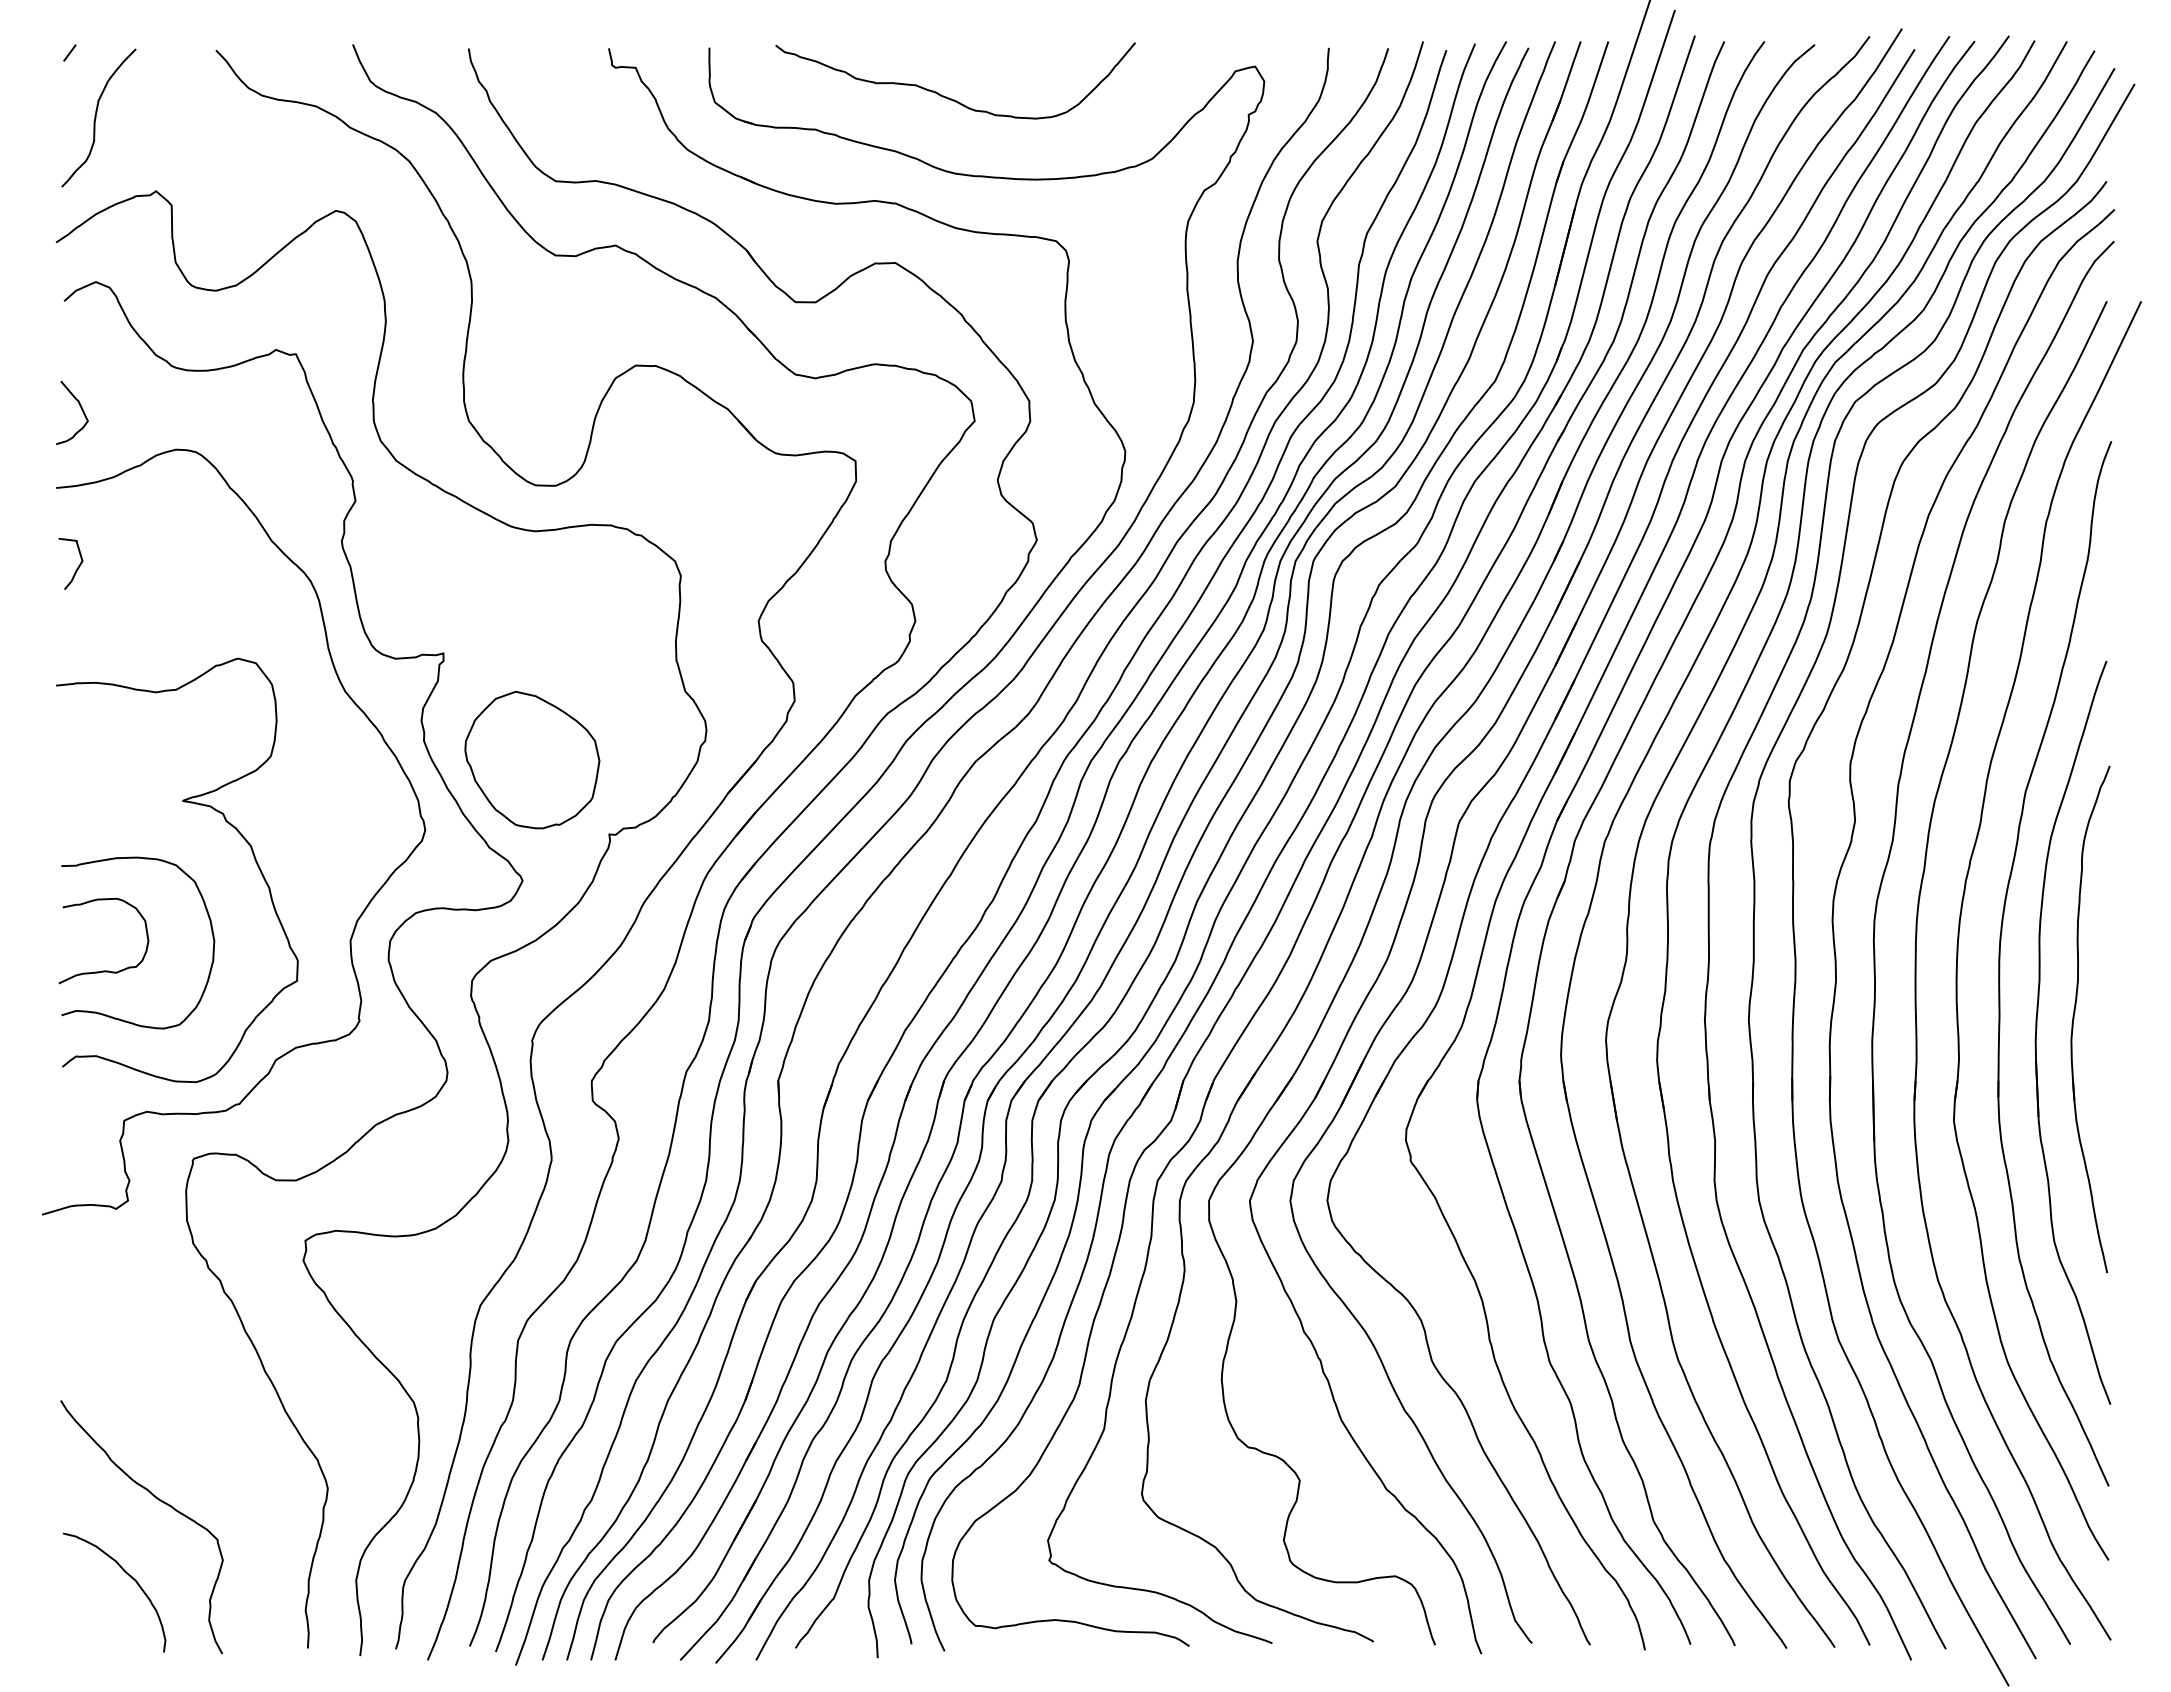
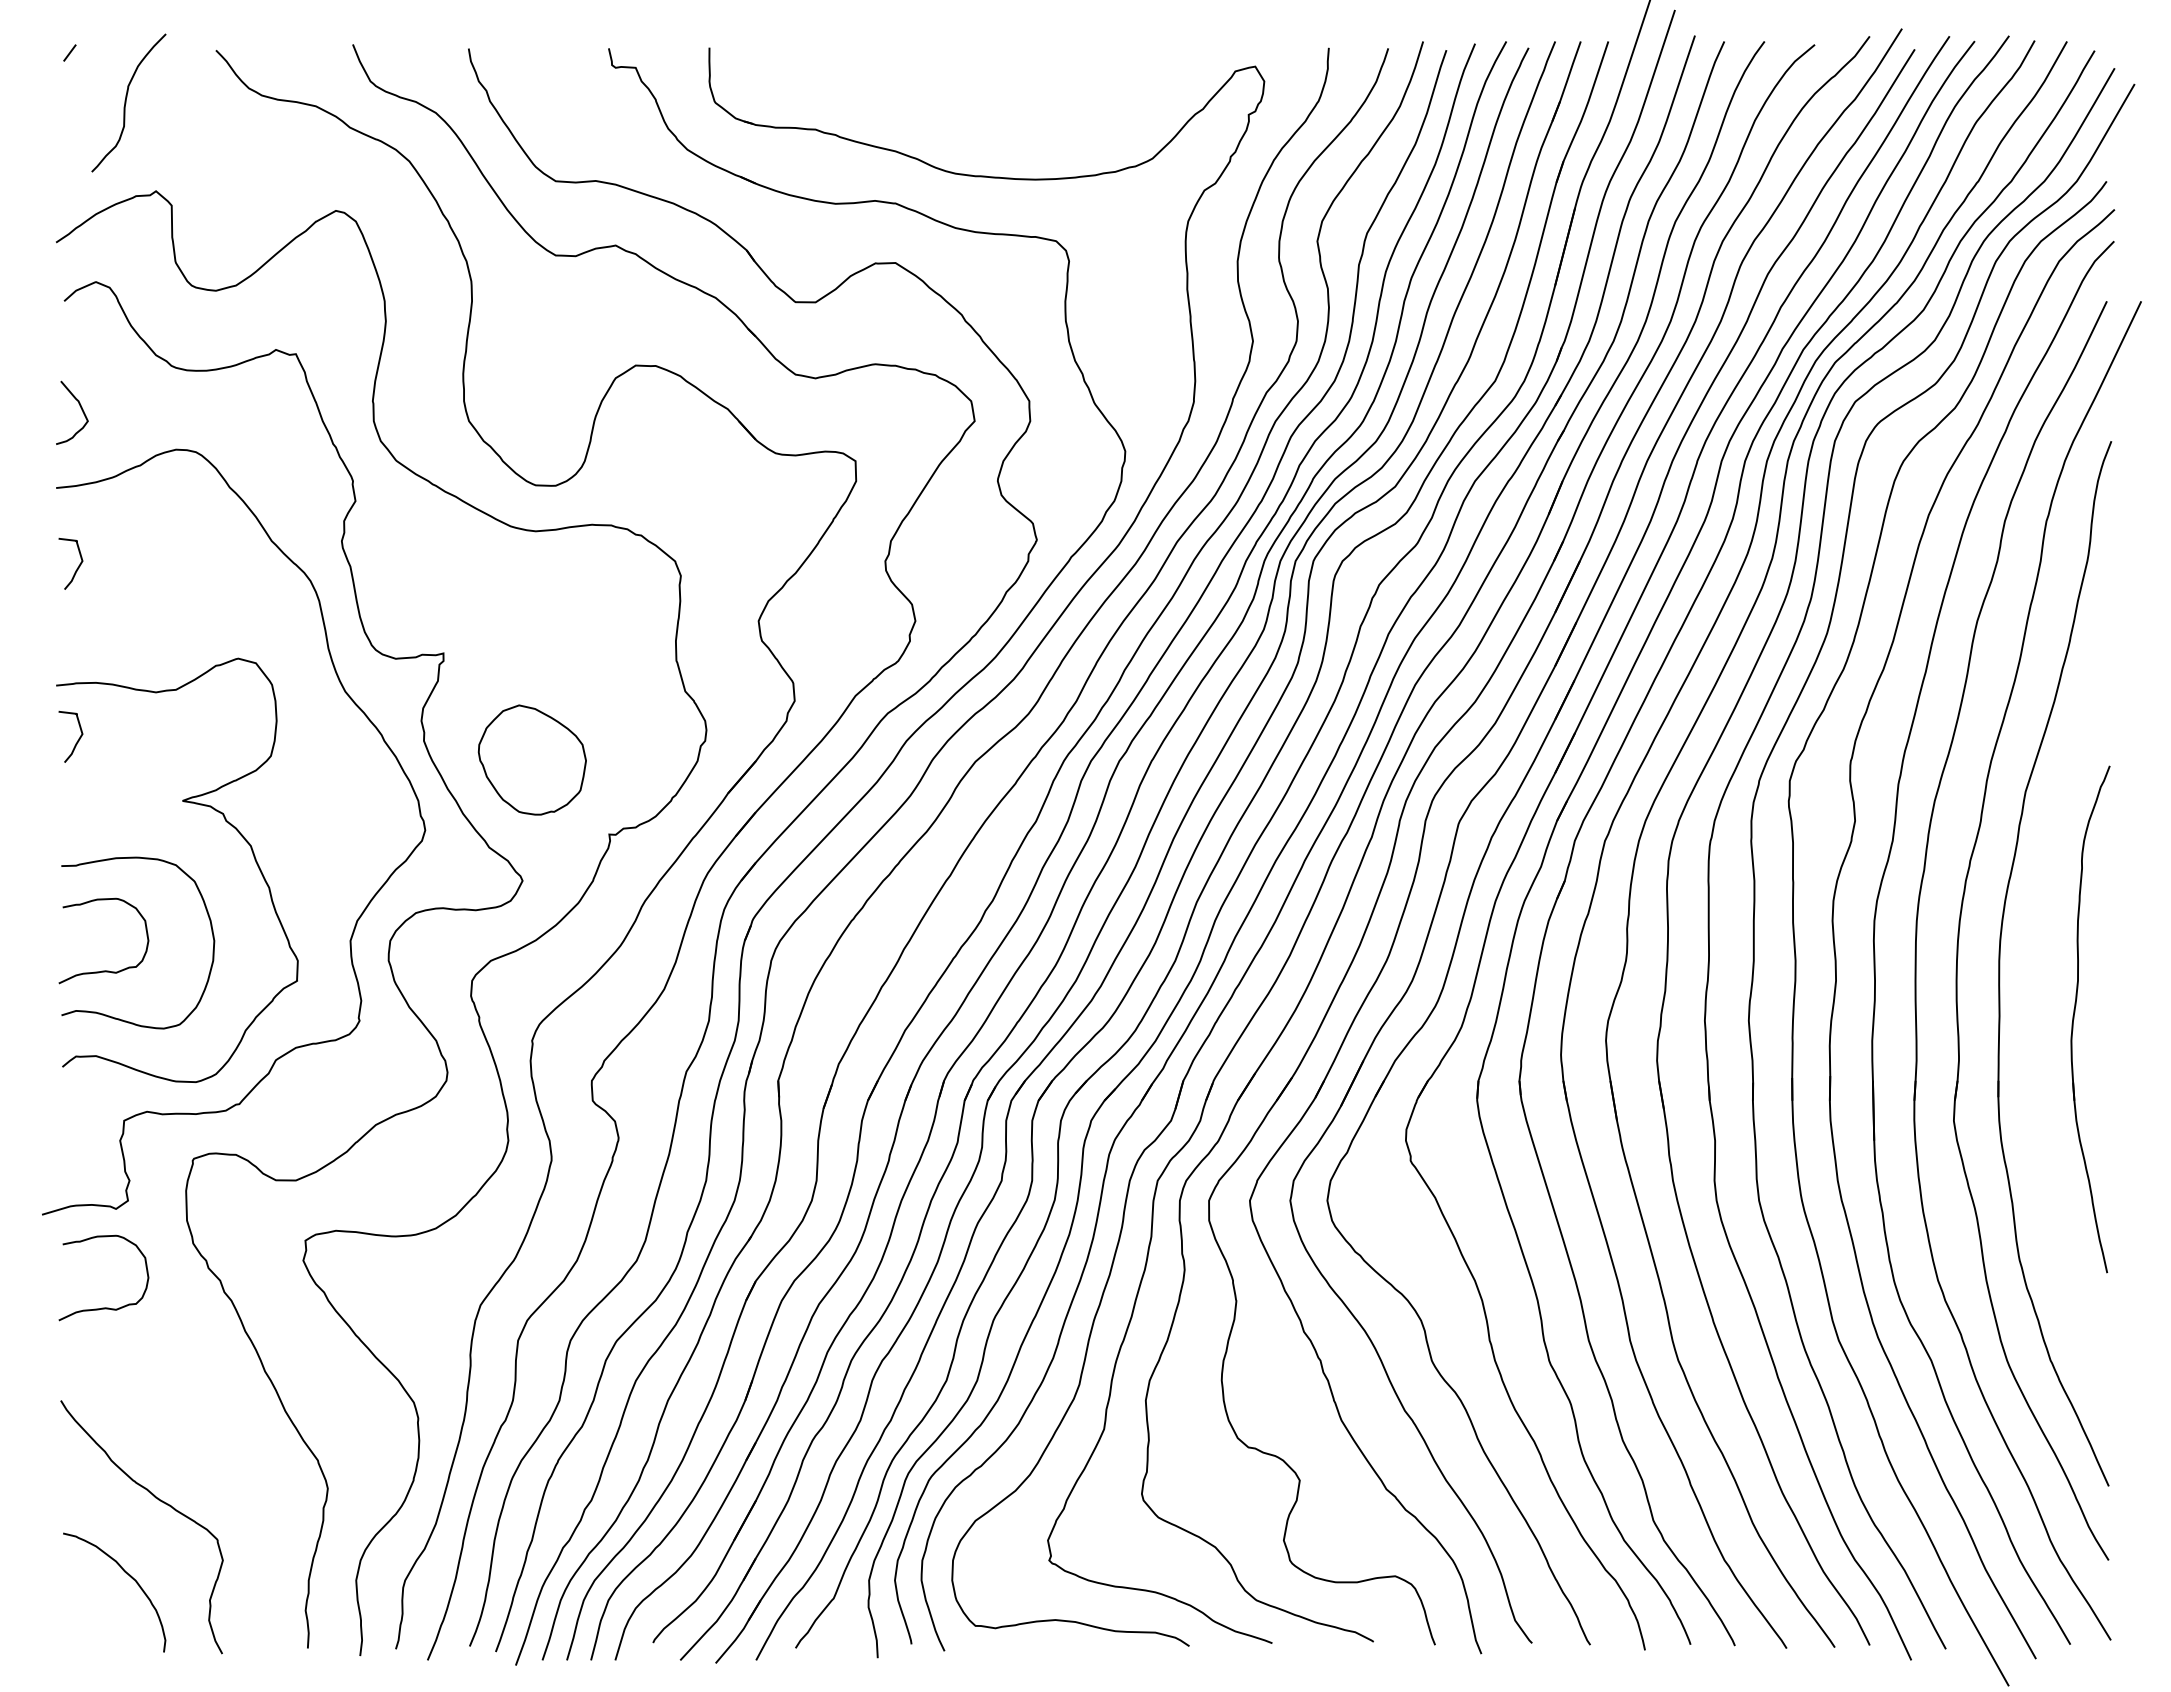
curve at (949, 97): present -> none
curve at (96, 117) position: (96, 117) -> (126, 102)
curve at (77, 740): none -> present
part at (532, 759) size: 137x140 px -> 110x112 px
part at (2037, 1029): present -> none
curve at (103, 1307): none -> present
